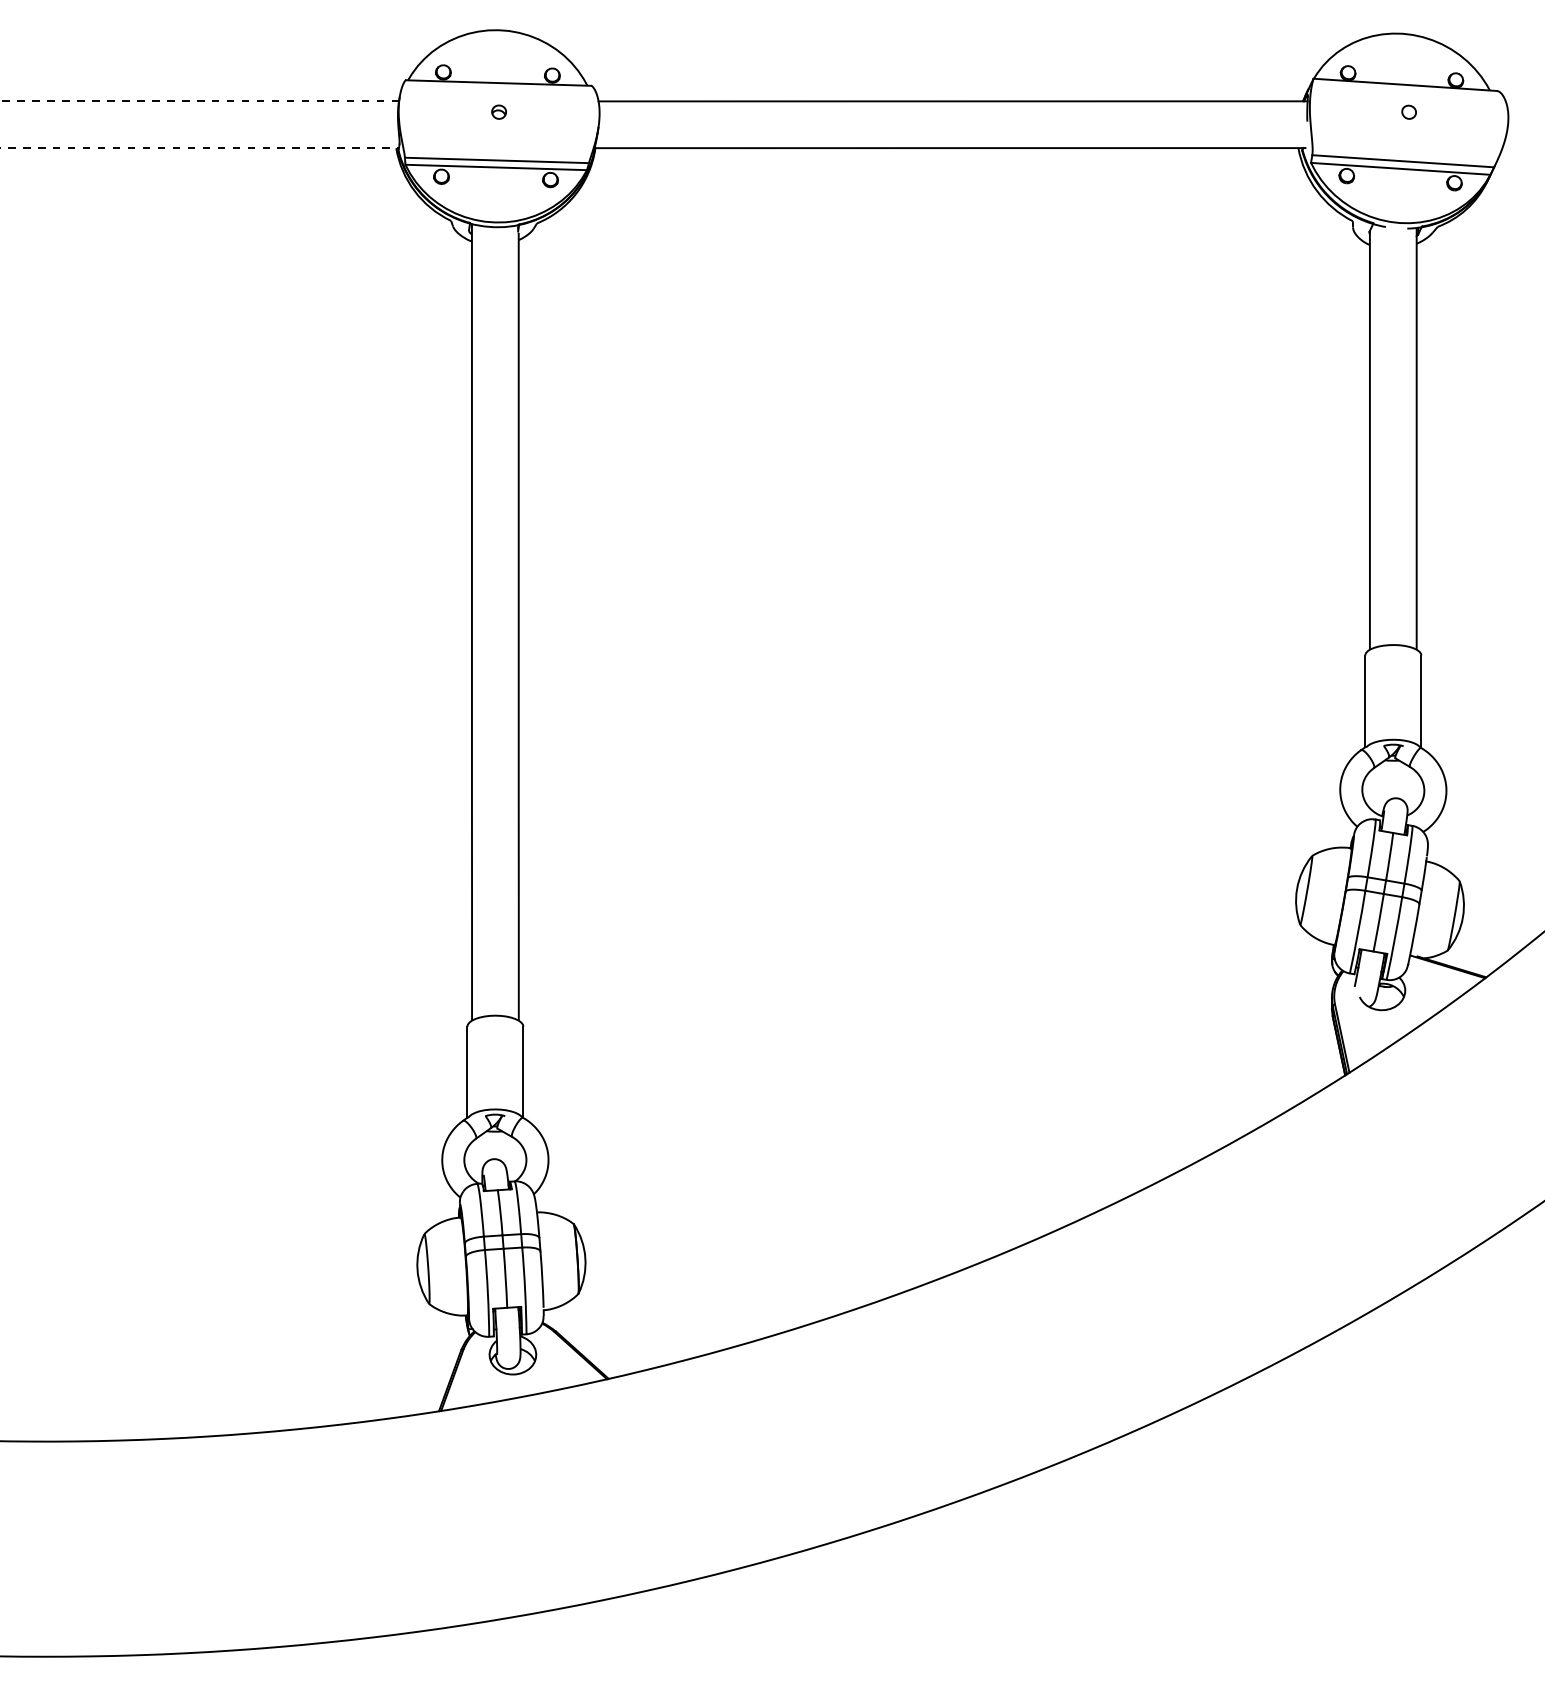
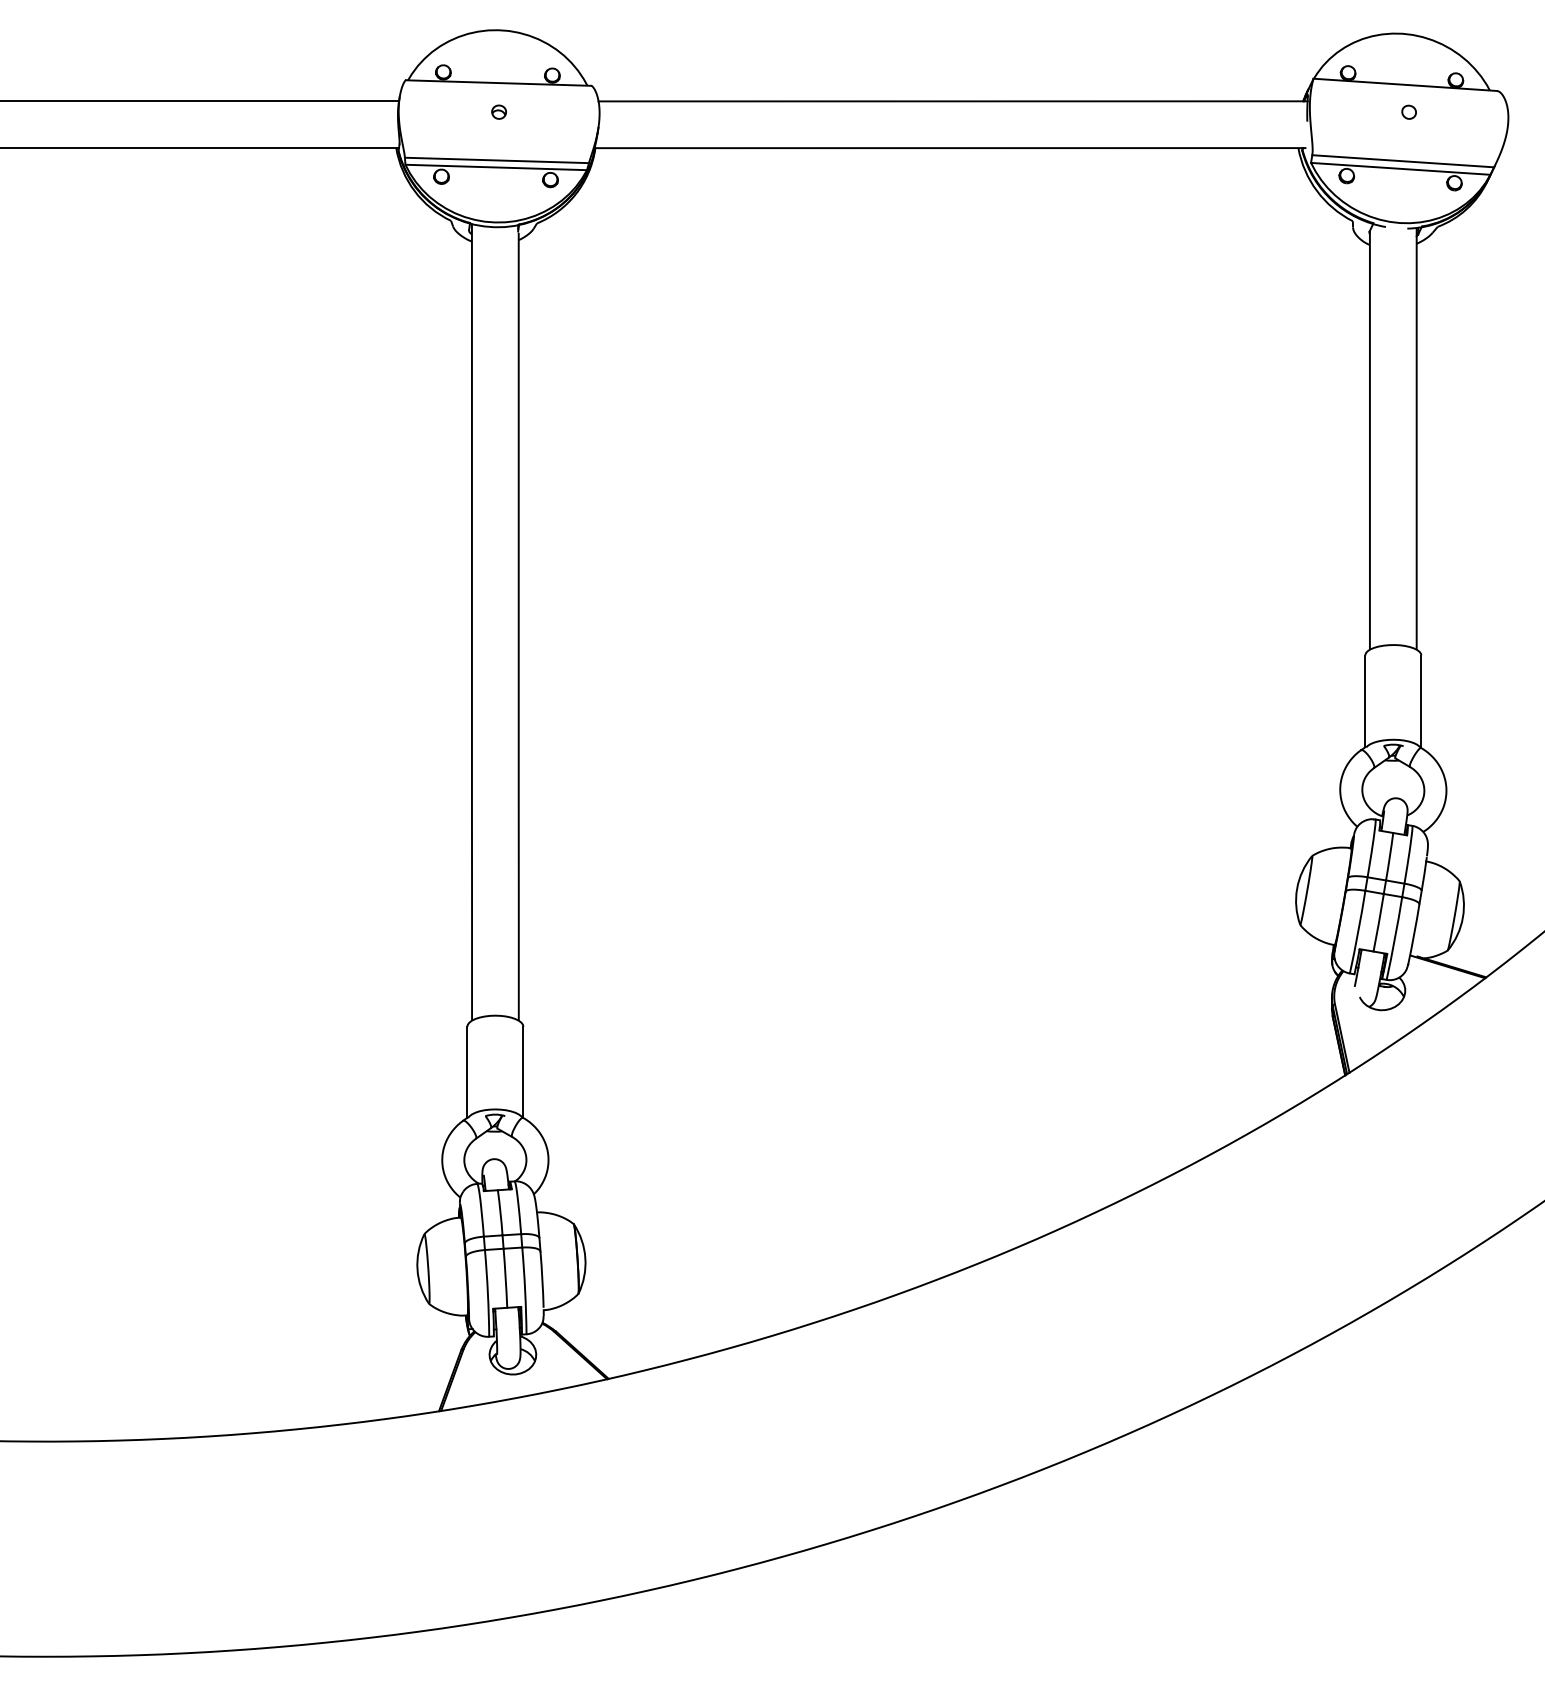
line at (199, 101): dashed -> solid
line at (200, 148): dashed -> solid
